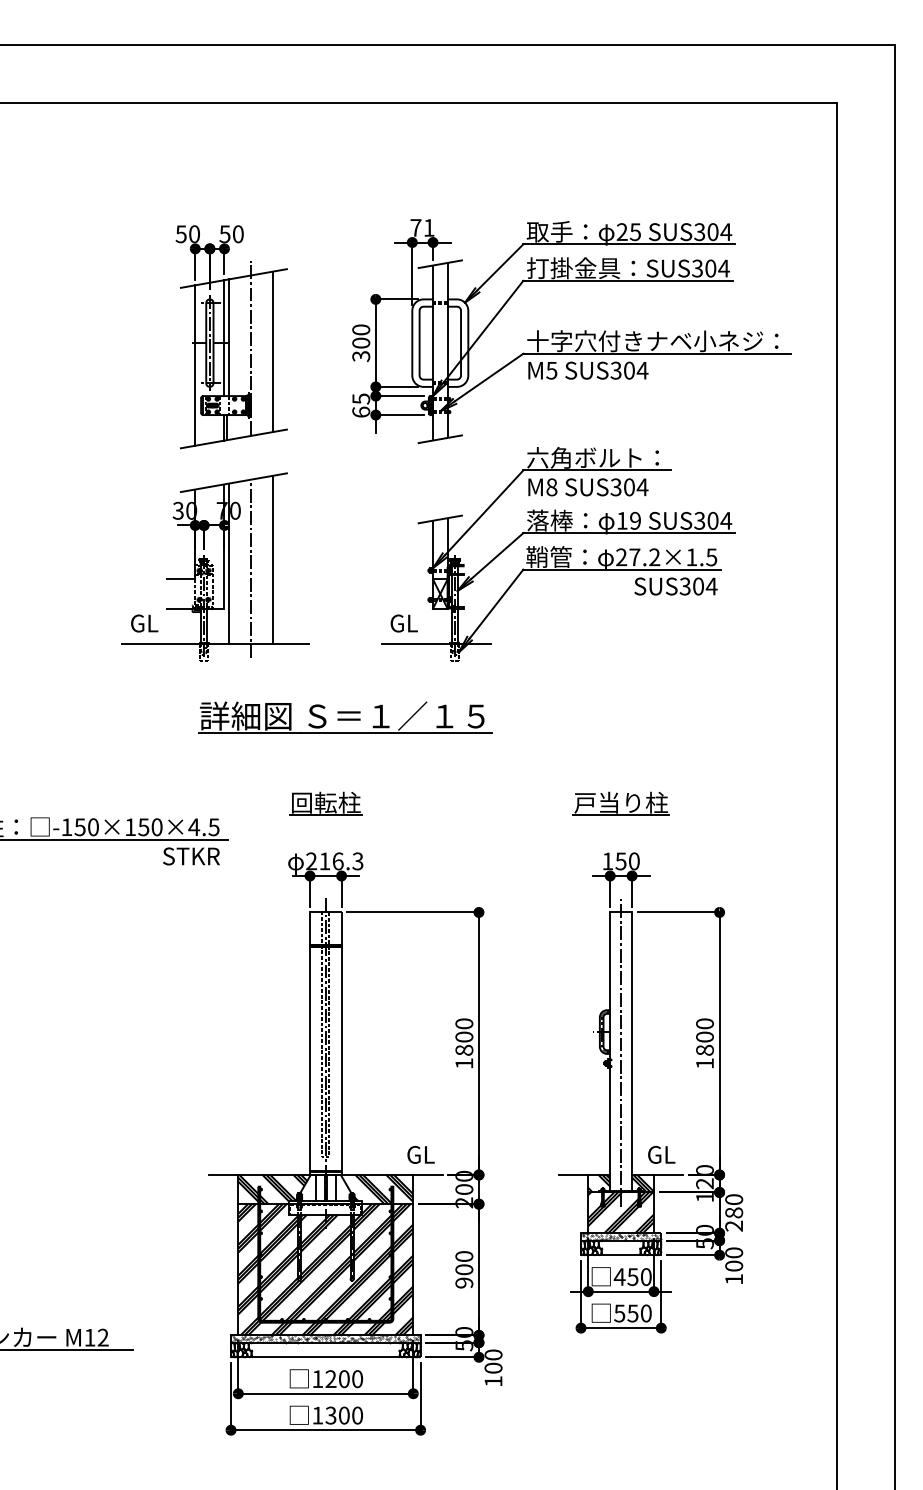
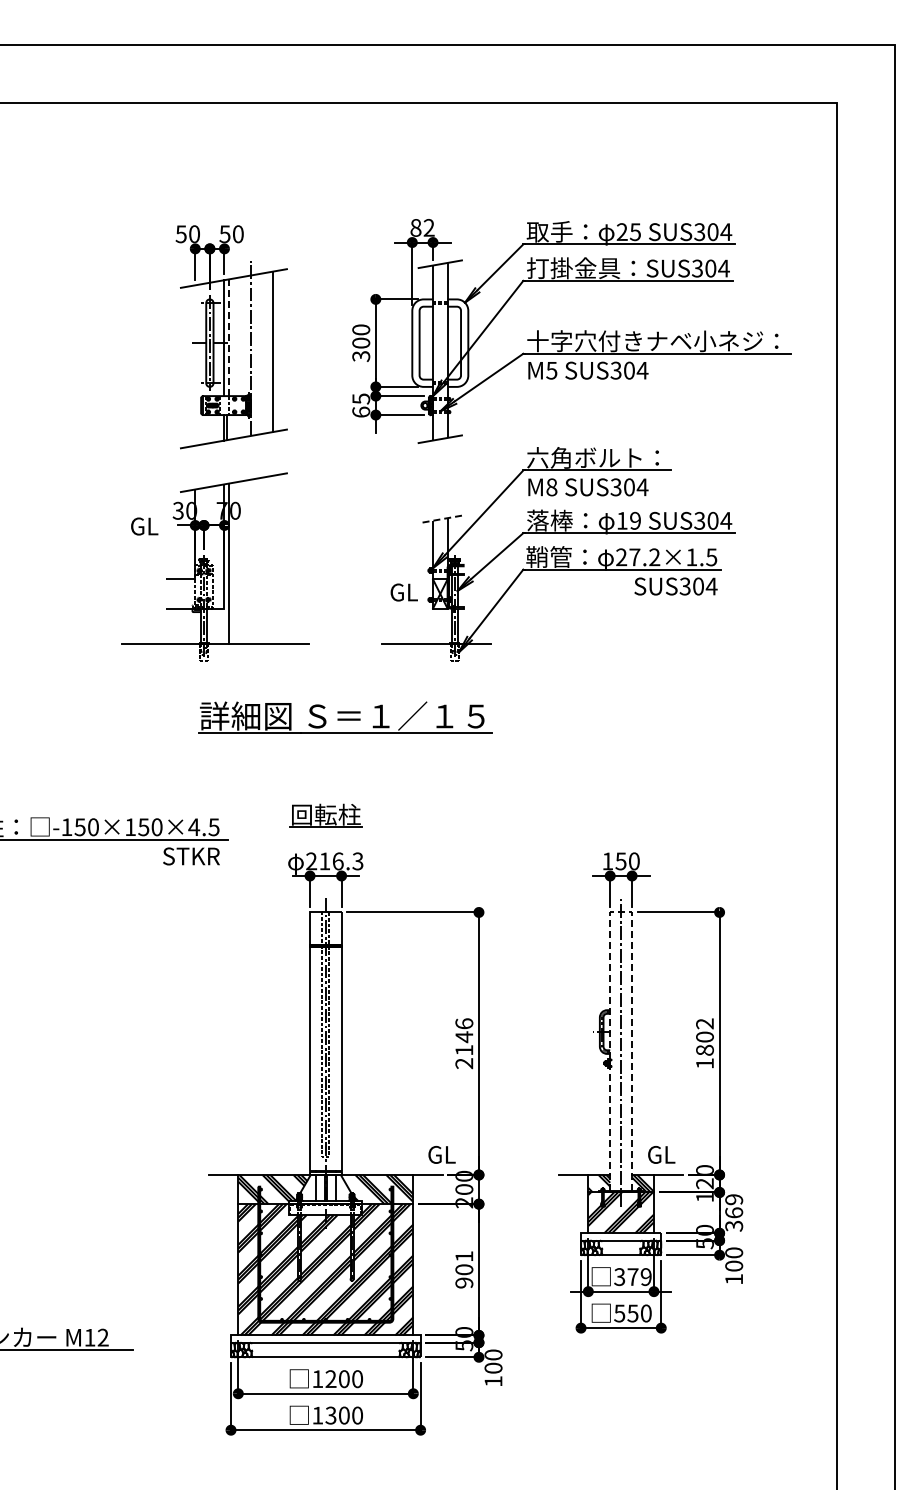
text at (422, 227): 71 -> 82
line at (228, 337): solid -> dashed
line at (195, 365): present -> none
line at (440, 519): solid -> dashed
line at (272, 559): present -> none
line at (250, 568): present -> none
text at (144, 623) position: (144, 623) -> (144, 526)
text at (403, 623) position: (403, 623) -> (403, 592)
part at (325, 803) position: (325, 803) -> (325, 815)
part at (620, 803): present -> none
line at (621, 912): solid -> dashed
text at (704, 1023): 1800 -> 1802
text at (464, 1043): 1800 -> 2146
text at (420, 1154) position: (420, 1154) -> (441, 1154)
text at (734, 1212): 280 -> 369
hatch at (621, 1236): present -> none
text at (464, 1256): 900 -> 901
text at (632, 1277): 450 -> 379
hatch at (325, 1338): present -> none
